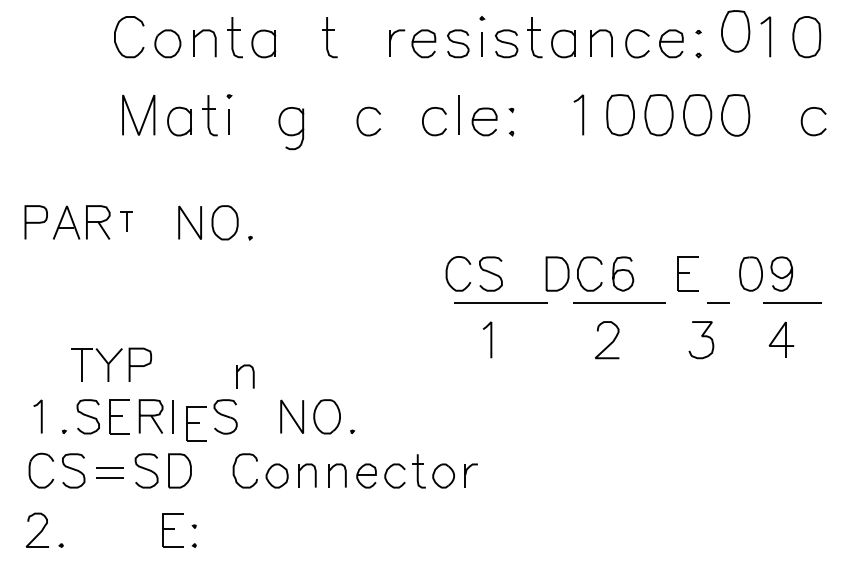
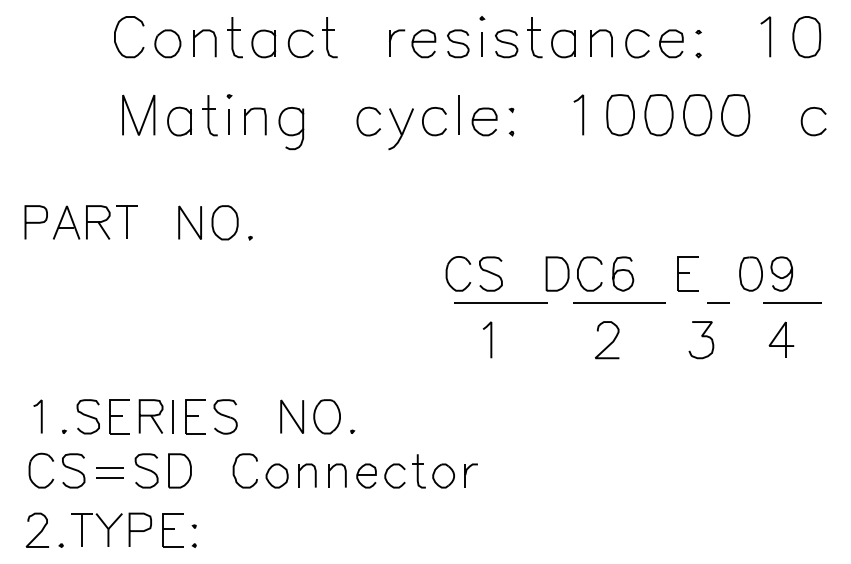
part at (735, 31): present -> none
part at (290, 39): none -> present
part at (264, 121): none -> present
part at (400, 129): none -> present
part at (126, 221) size: 13x21 px -> 22x34 px
part at (111, 364) position: (111, 364) -> (111, 529)
part at (252, 376): present -> none
part at (196, 423) position: (196, 423) -> (195, 416)
